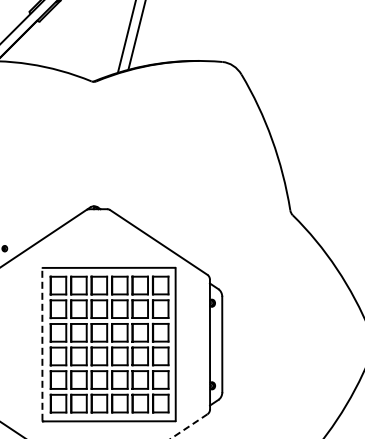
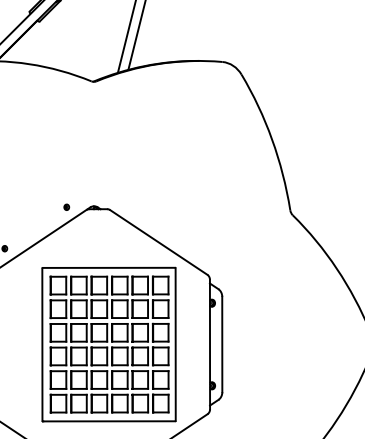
part at (66, 206): none -> present
line at (42, 344): dashed -> solid
line at (189, 426): dashed -> solid
